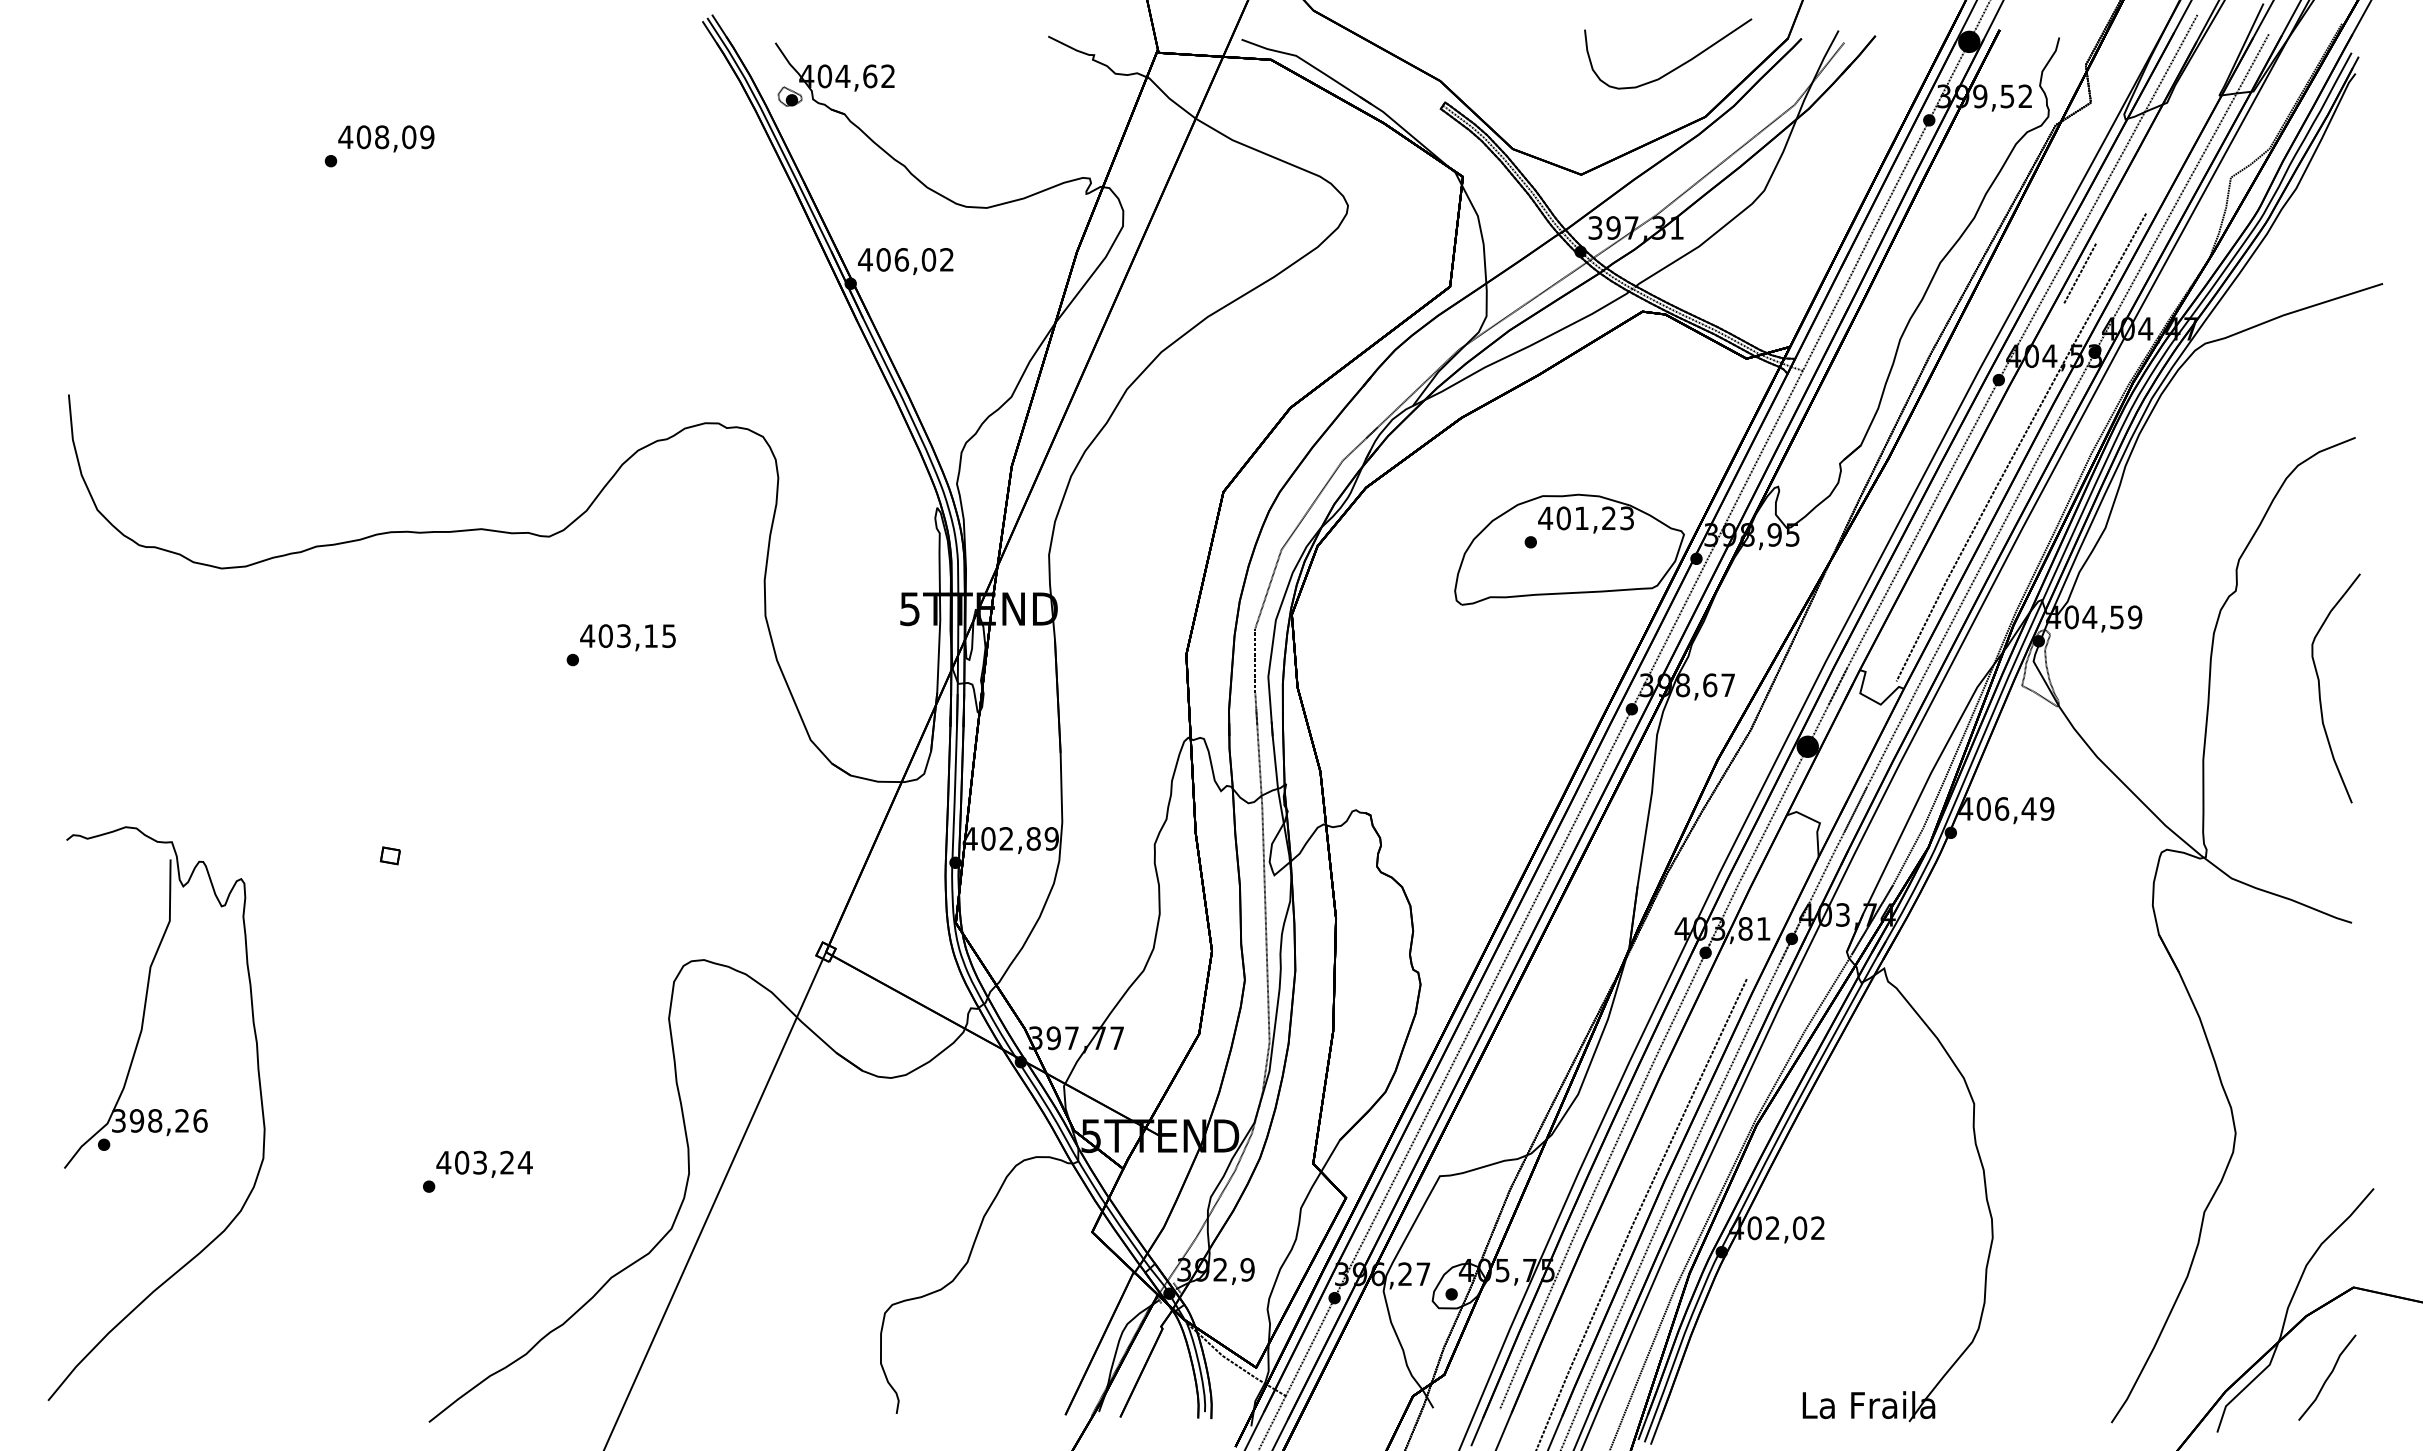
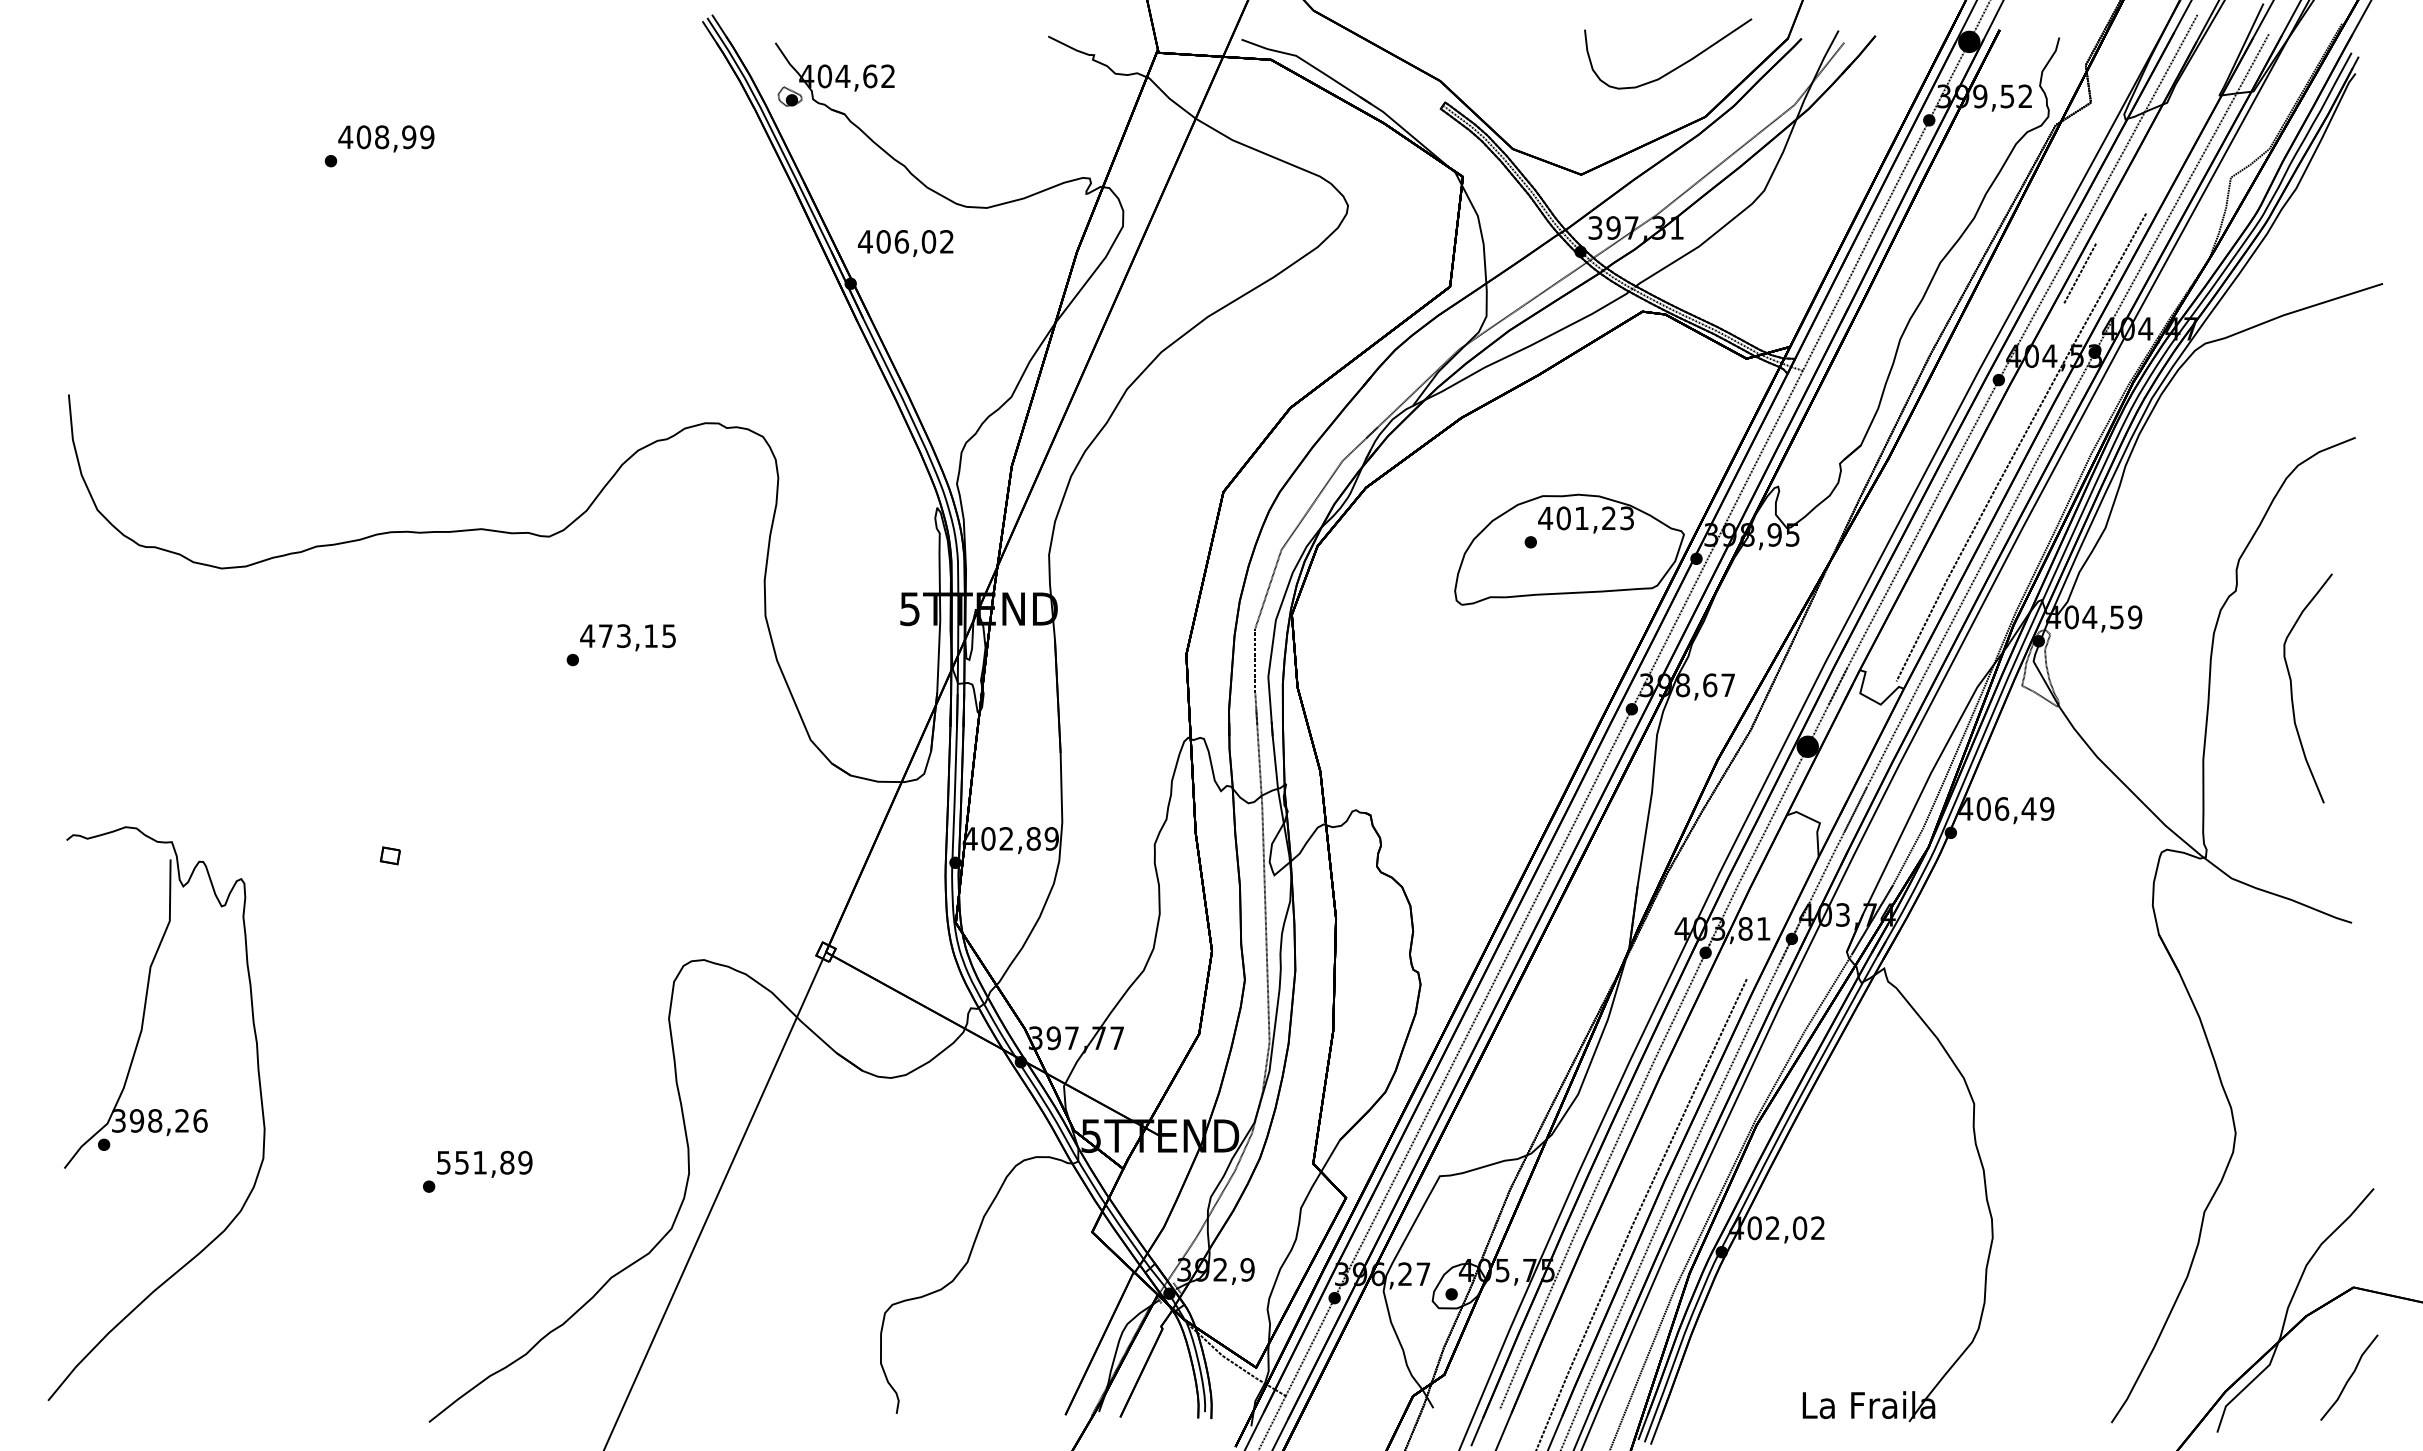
text at (409, 137): 408,09 -> 408,99
text at (905, 261) position: (905, 261) -> (905, 243)
text at (605, 635): 403,15 -> 473,15
curve at (2320, 688) position: (2320, 688) -> (2292, 688)
text at (484, 1162): 403,24 -> 551,89
part at (2327, 1377) position: (2327, 1377) -> (2349, 1377)
